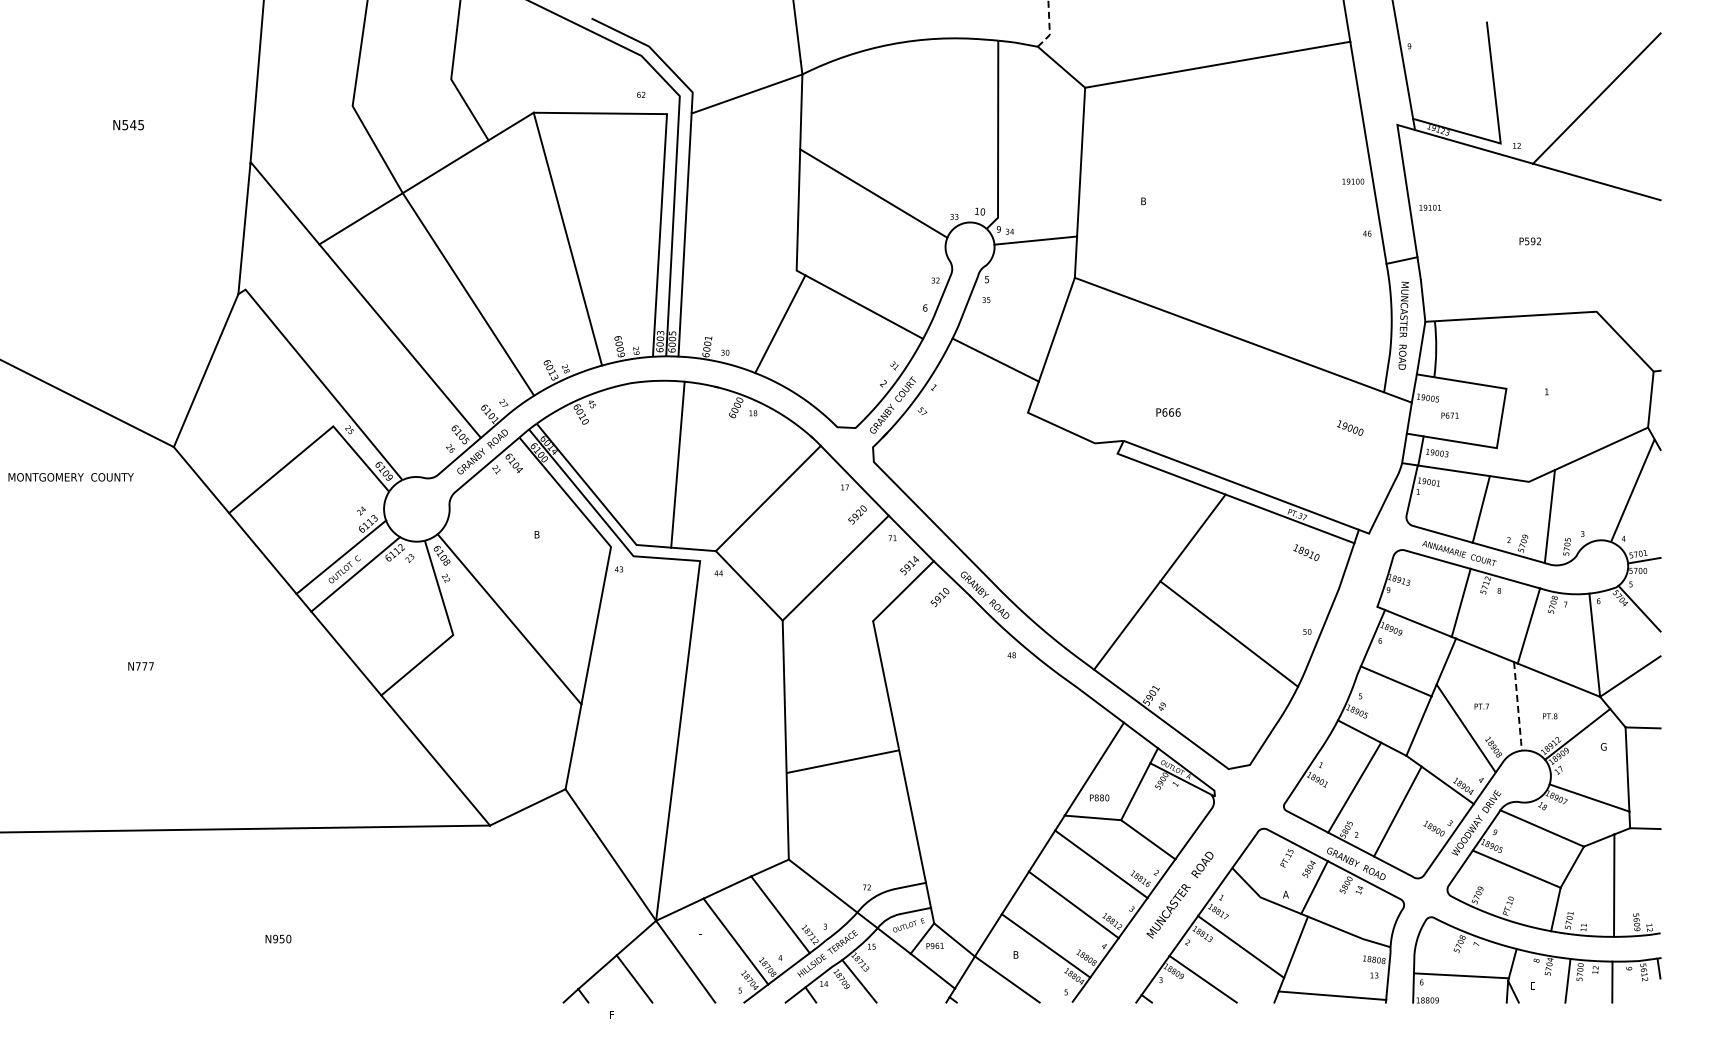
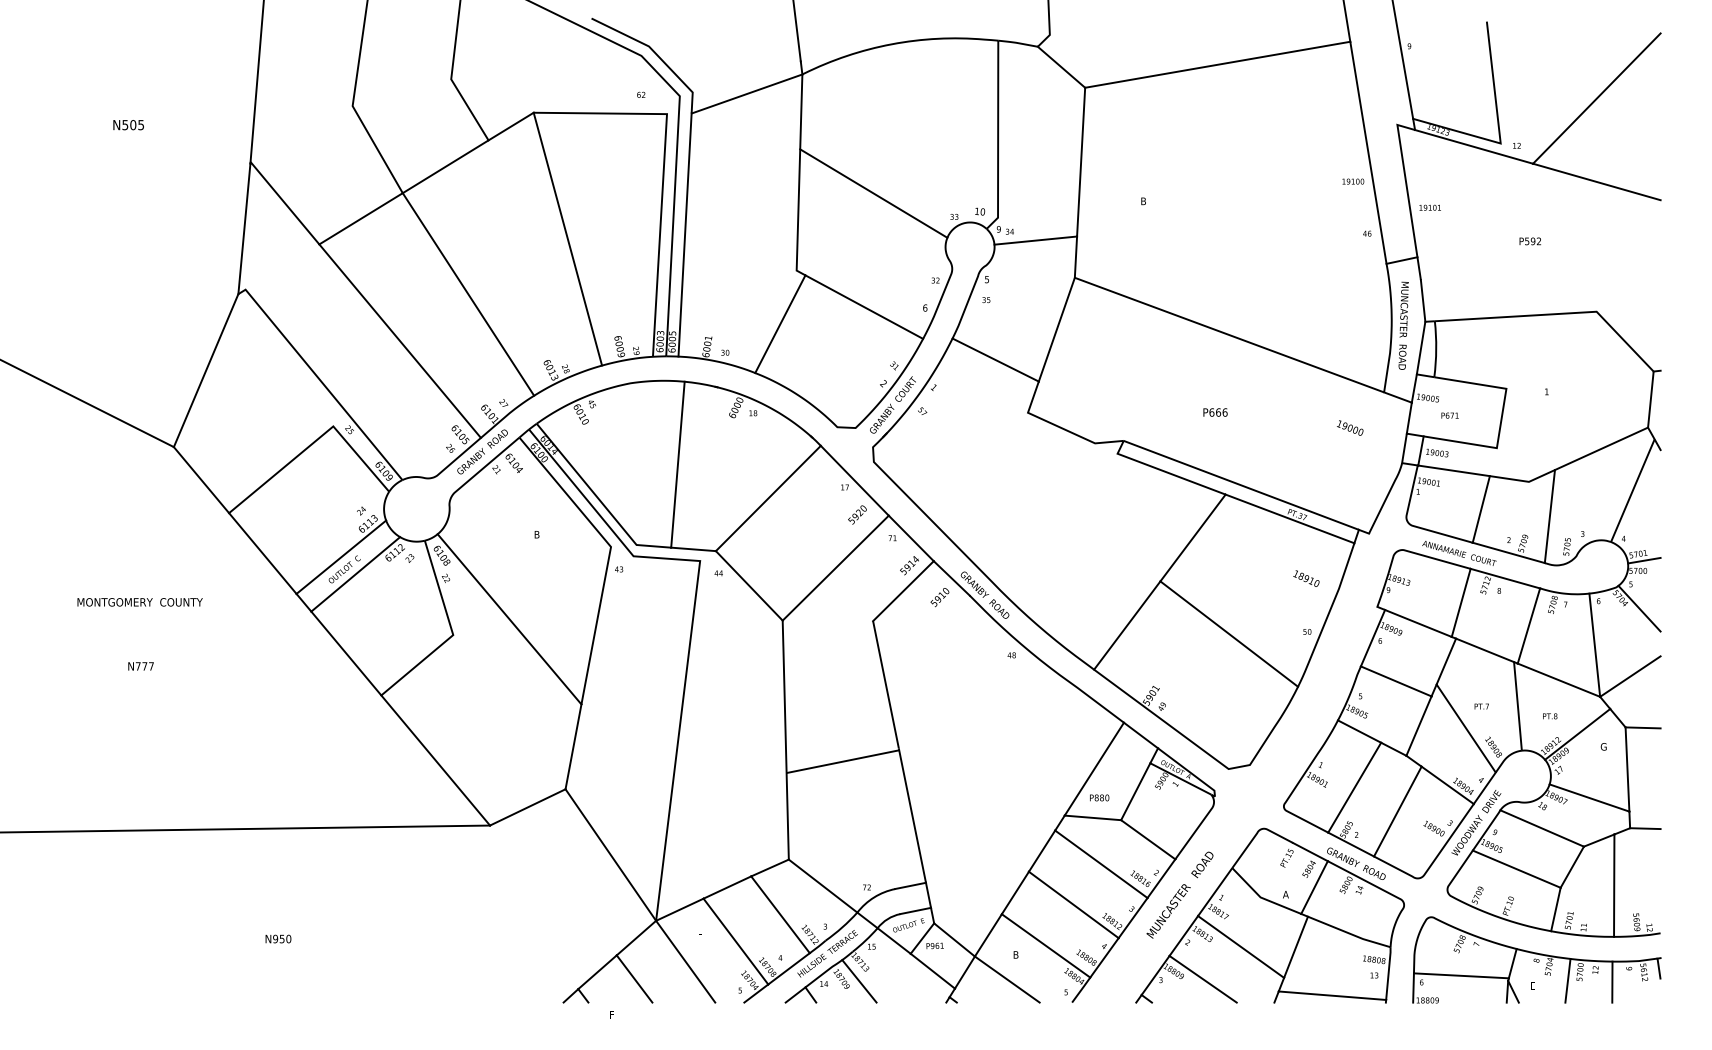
line at (1049, 26): dashed -> solid
text at (133, 125): N545 -> N505
text at (1168, 412) position: (1168, 412) -> (1215, 412)
text at (70, 477) position: (70, 477) -> (139, 602)
text at (1306, 552) position: (1306, 552) -> (1306, 578)
line at (1518, 707): dashed -> solid
